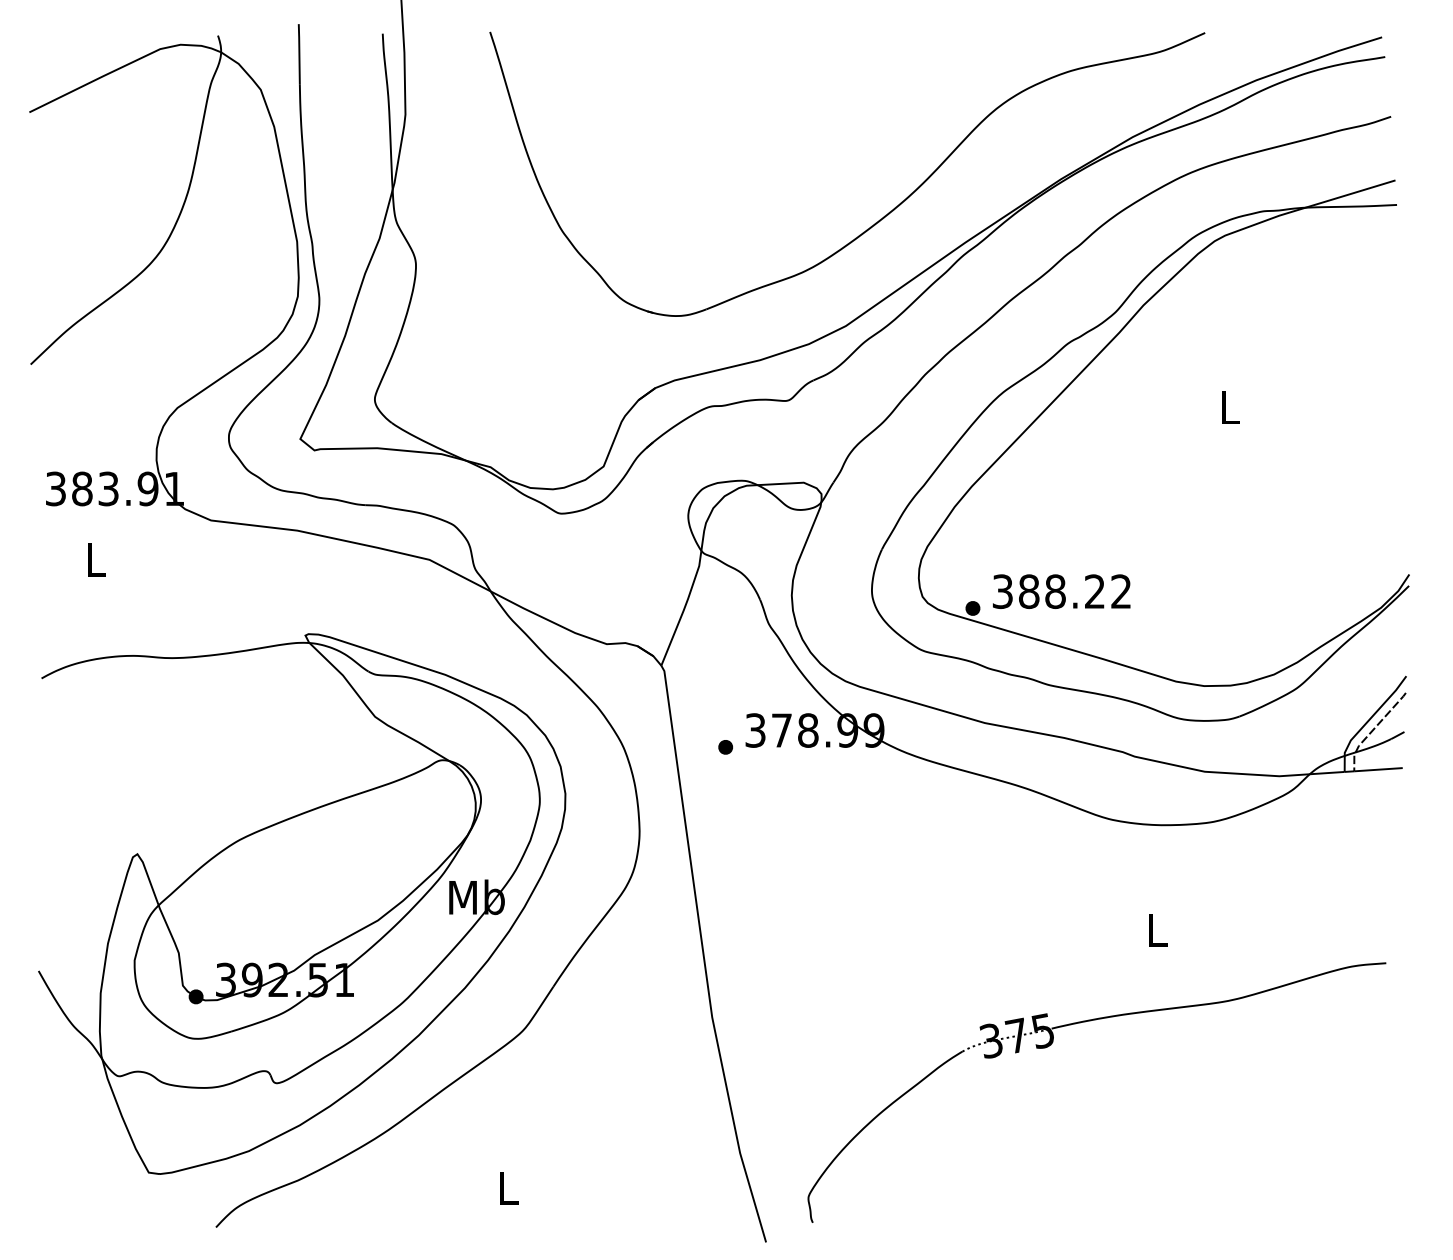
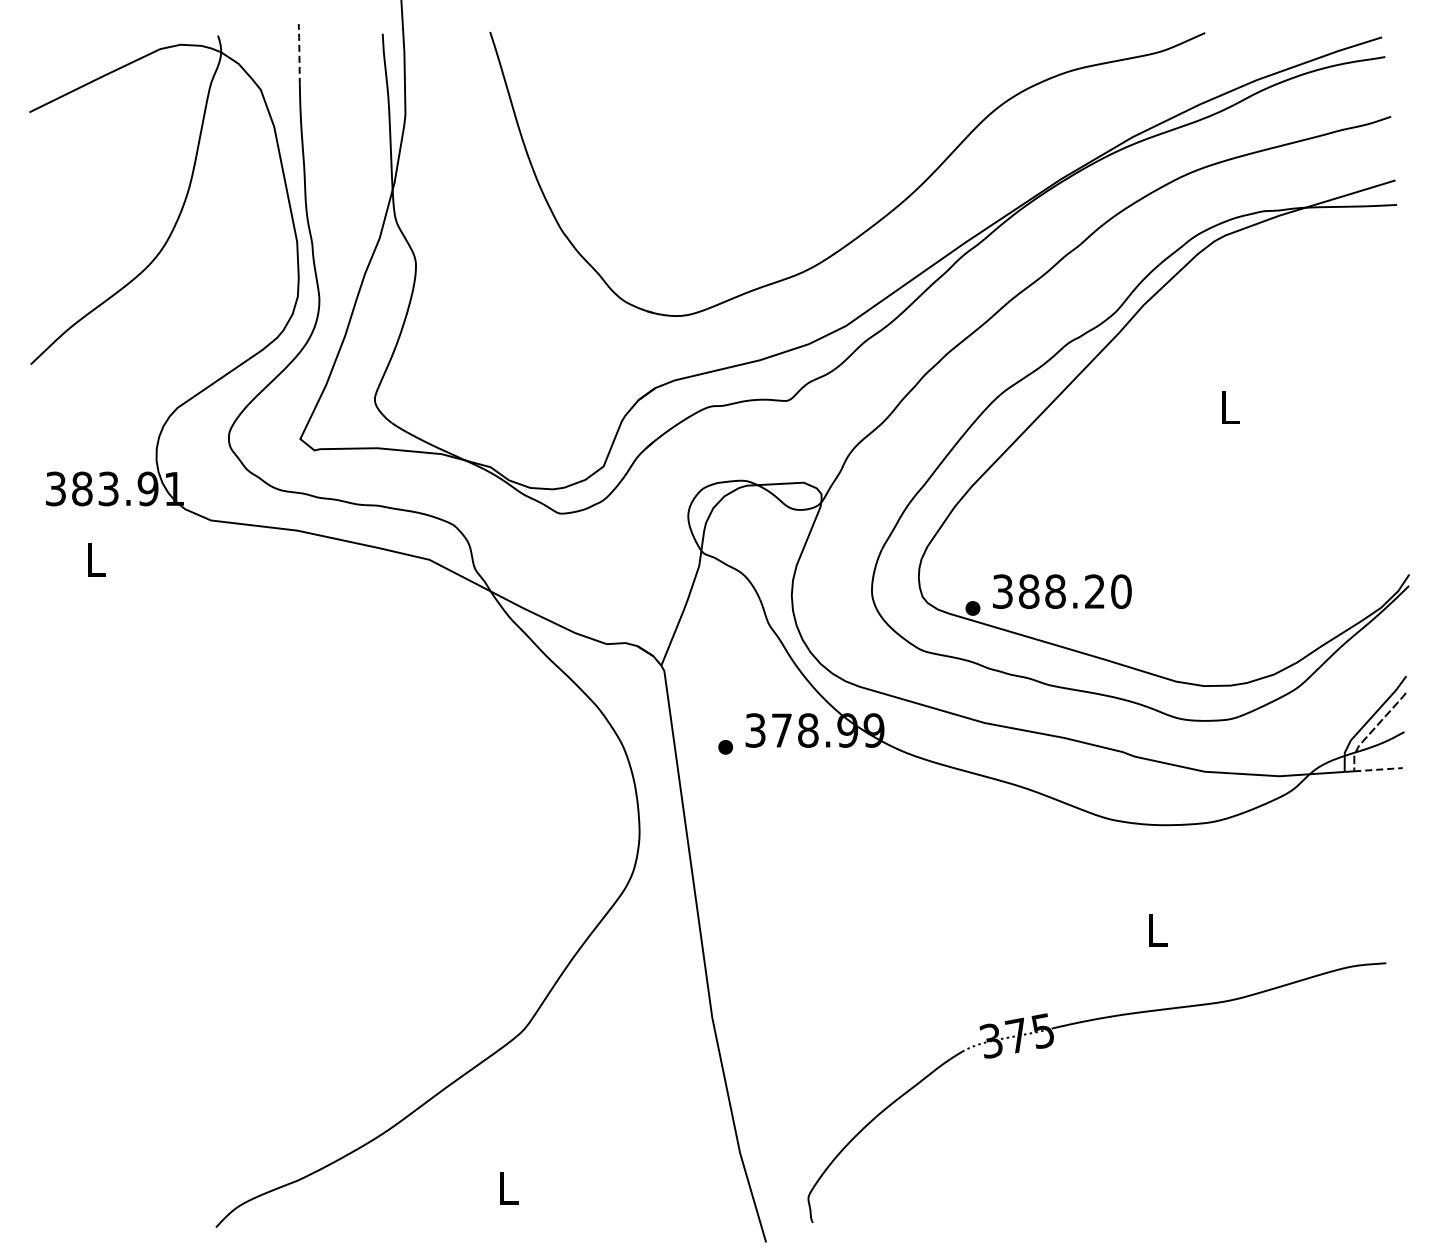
line at (299, 53): solid -> dashed
text at (1121, 591): 388.22 -> 388.20
line at (1378, 769): solid -> dashed
part at (302, 903): present -> none
